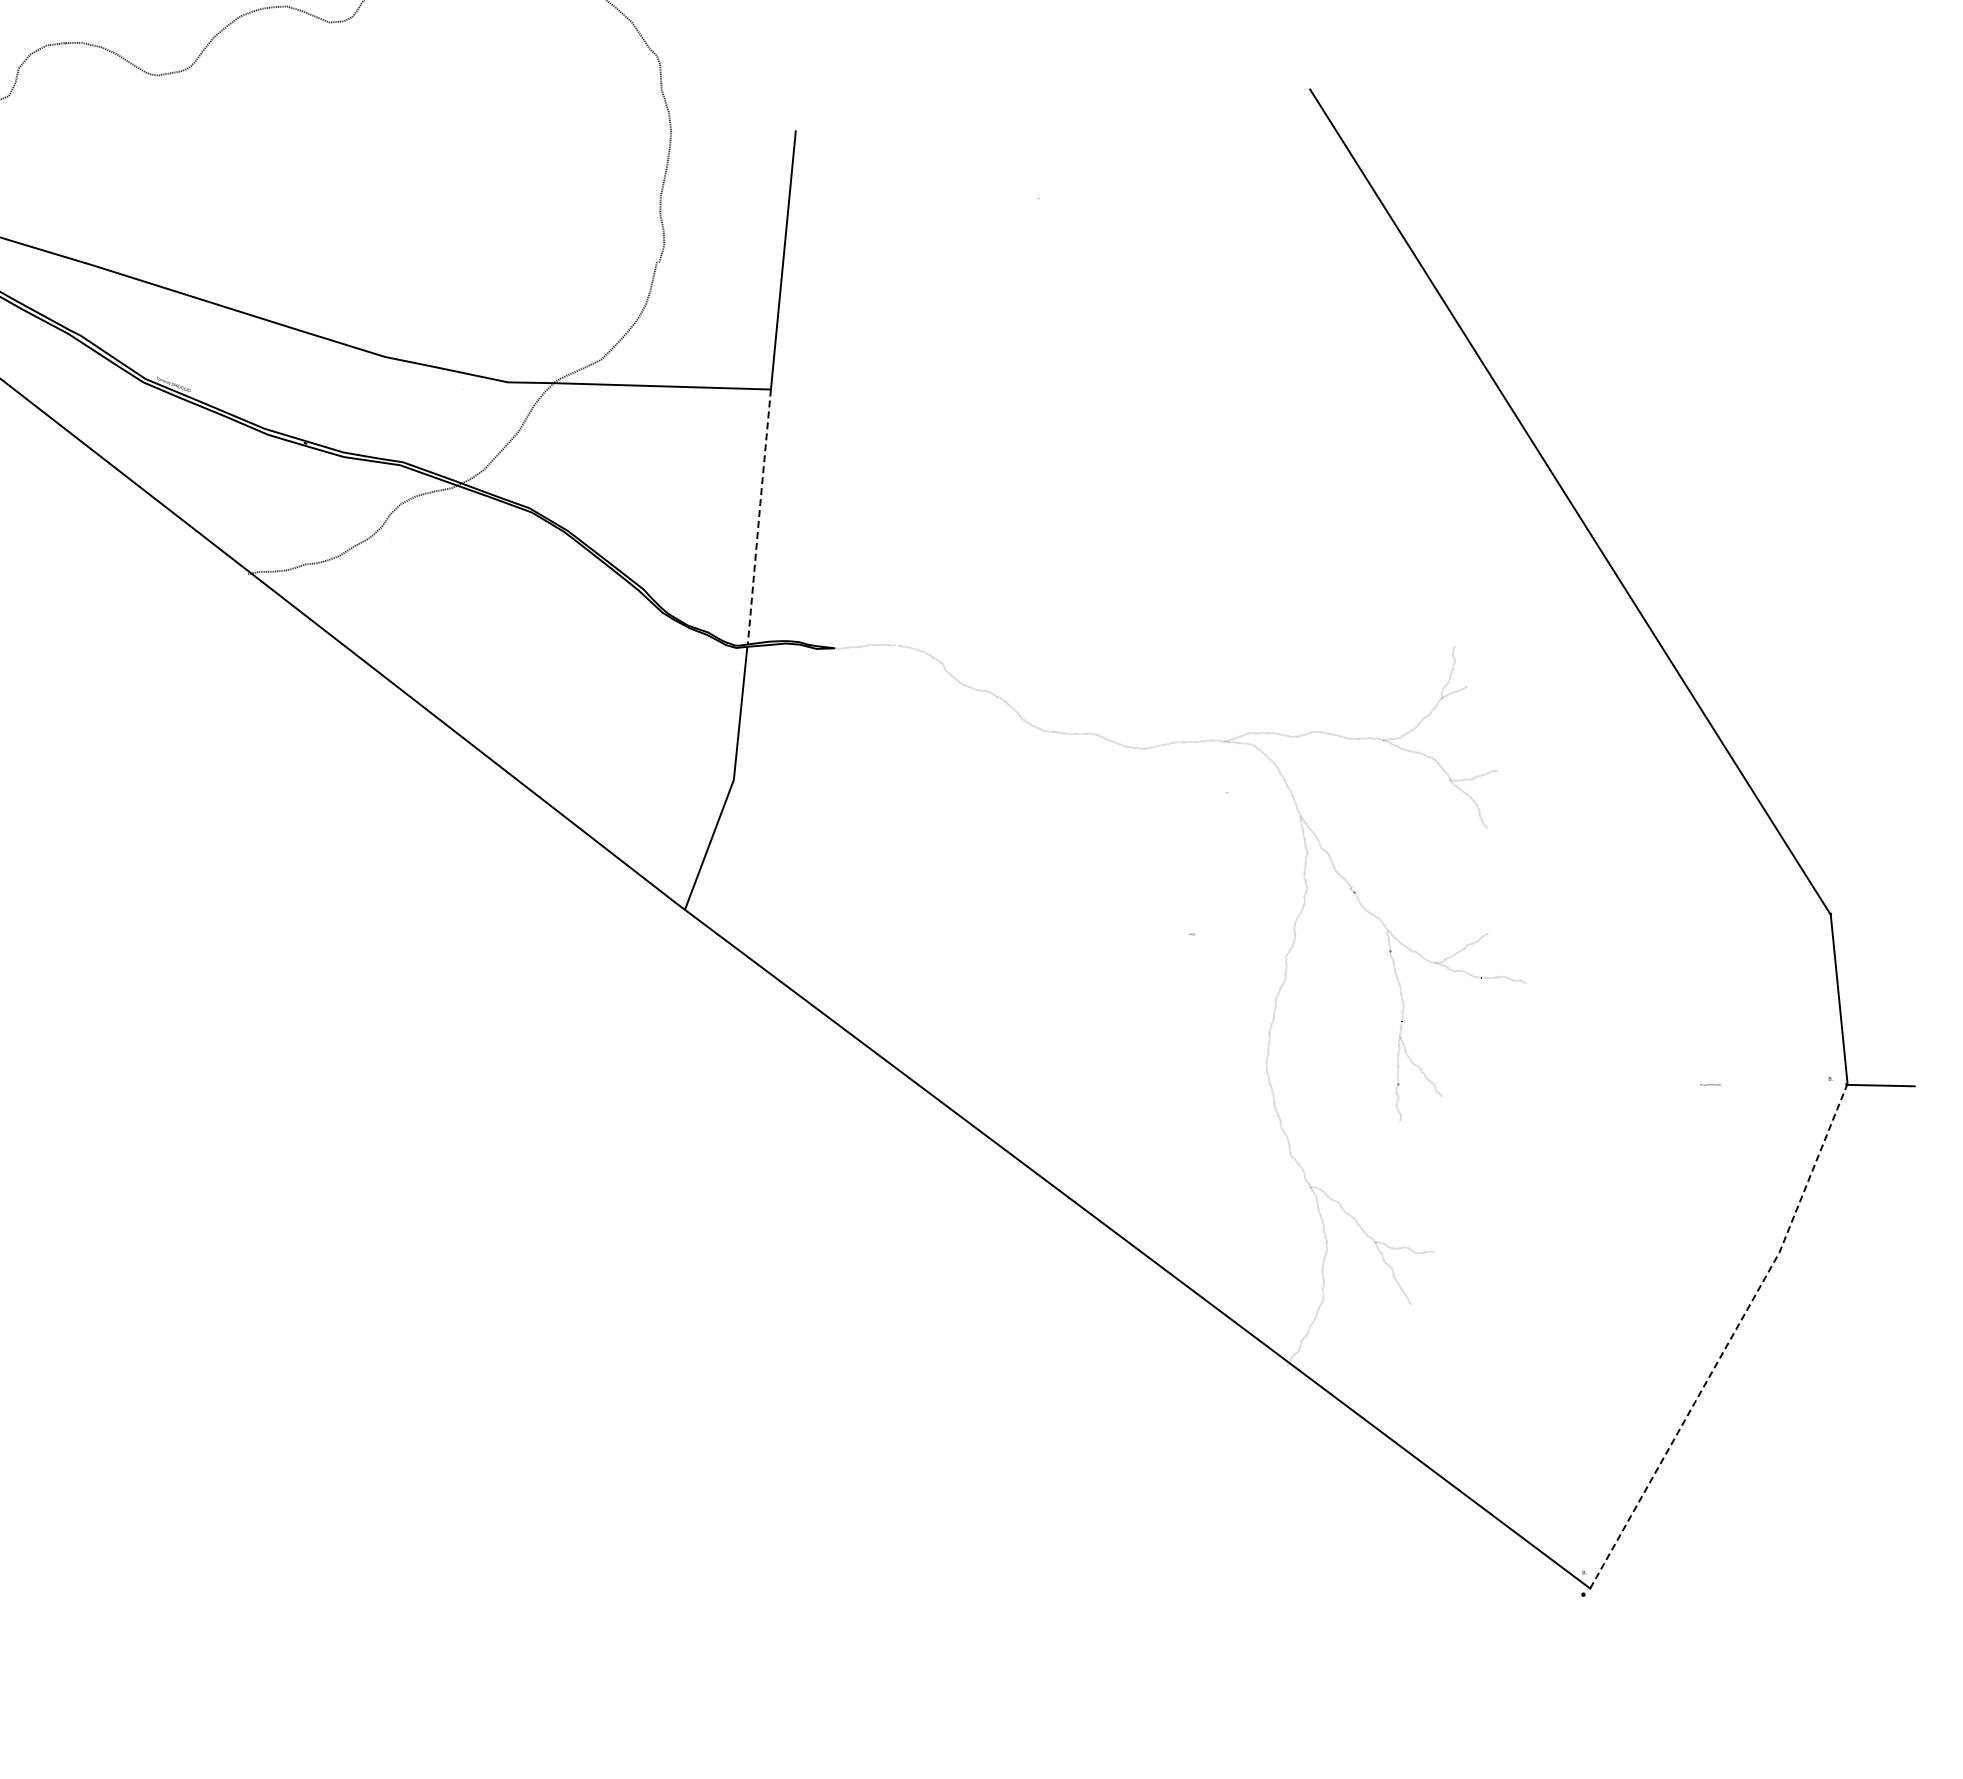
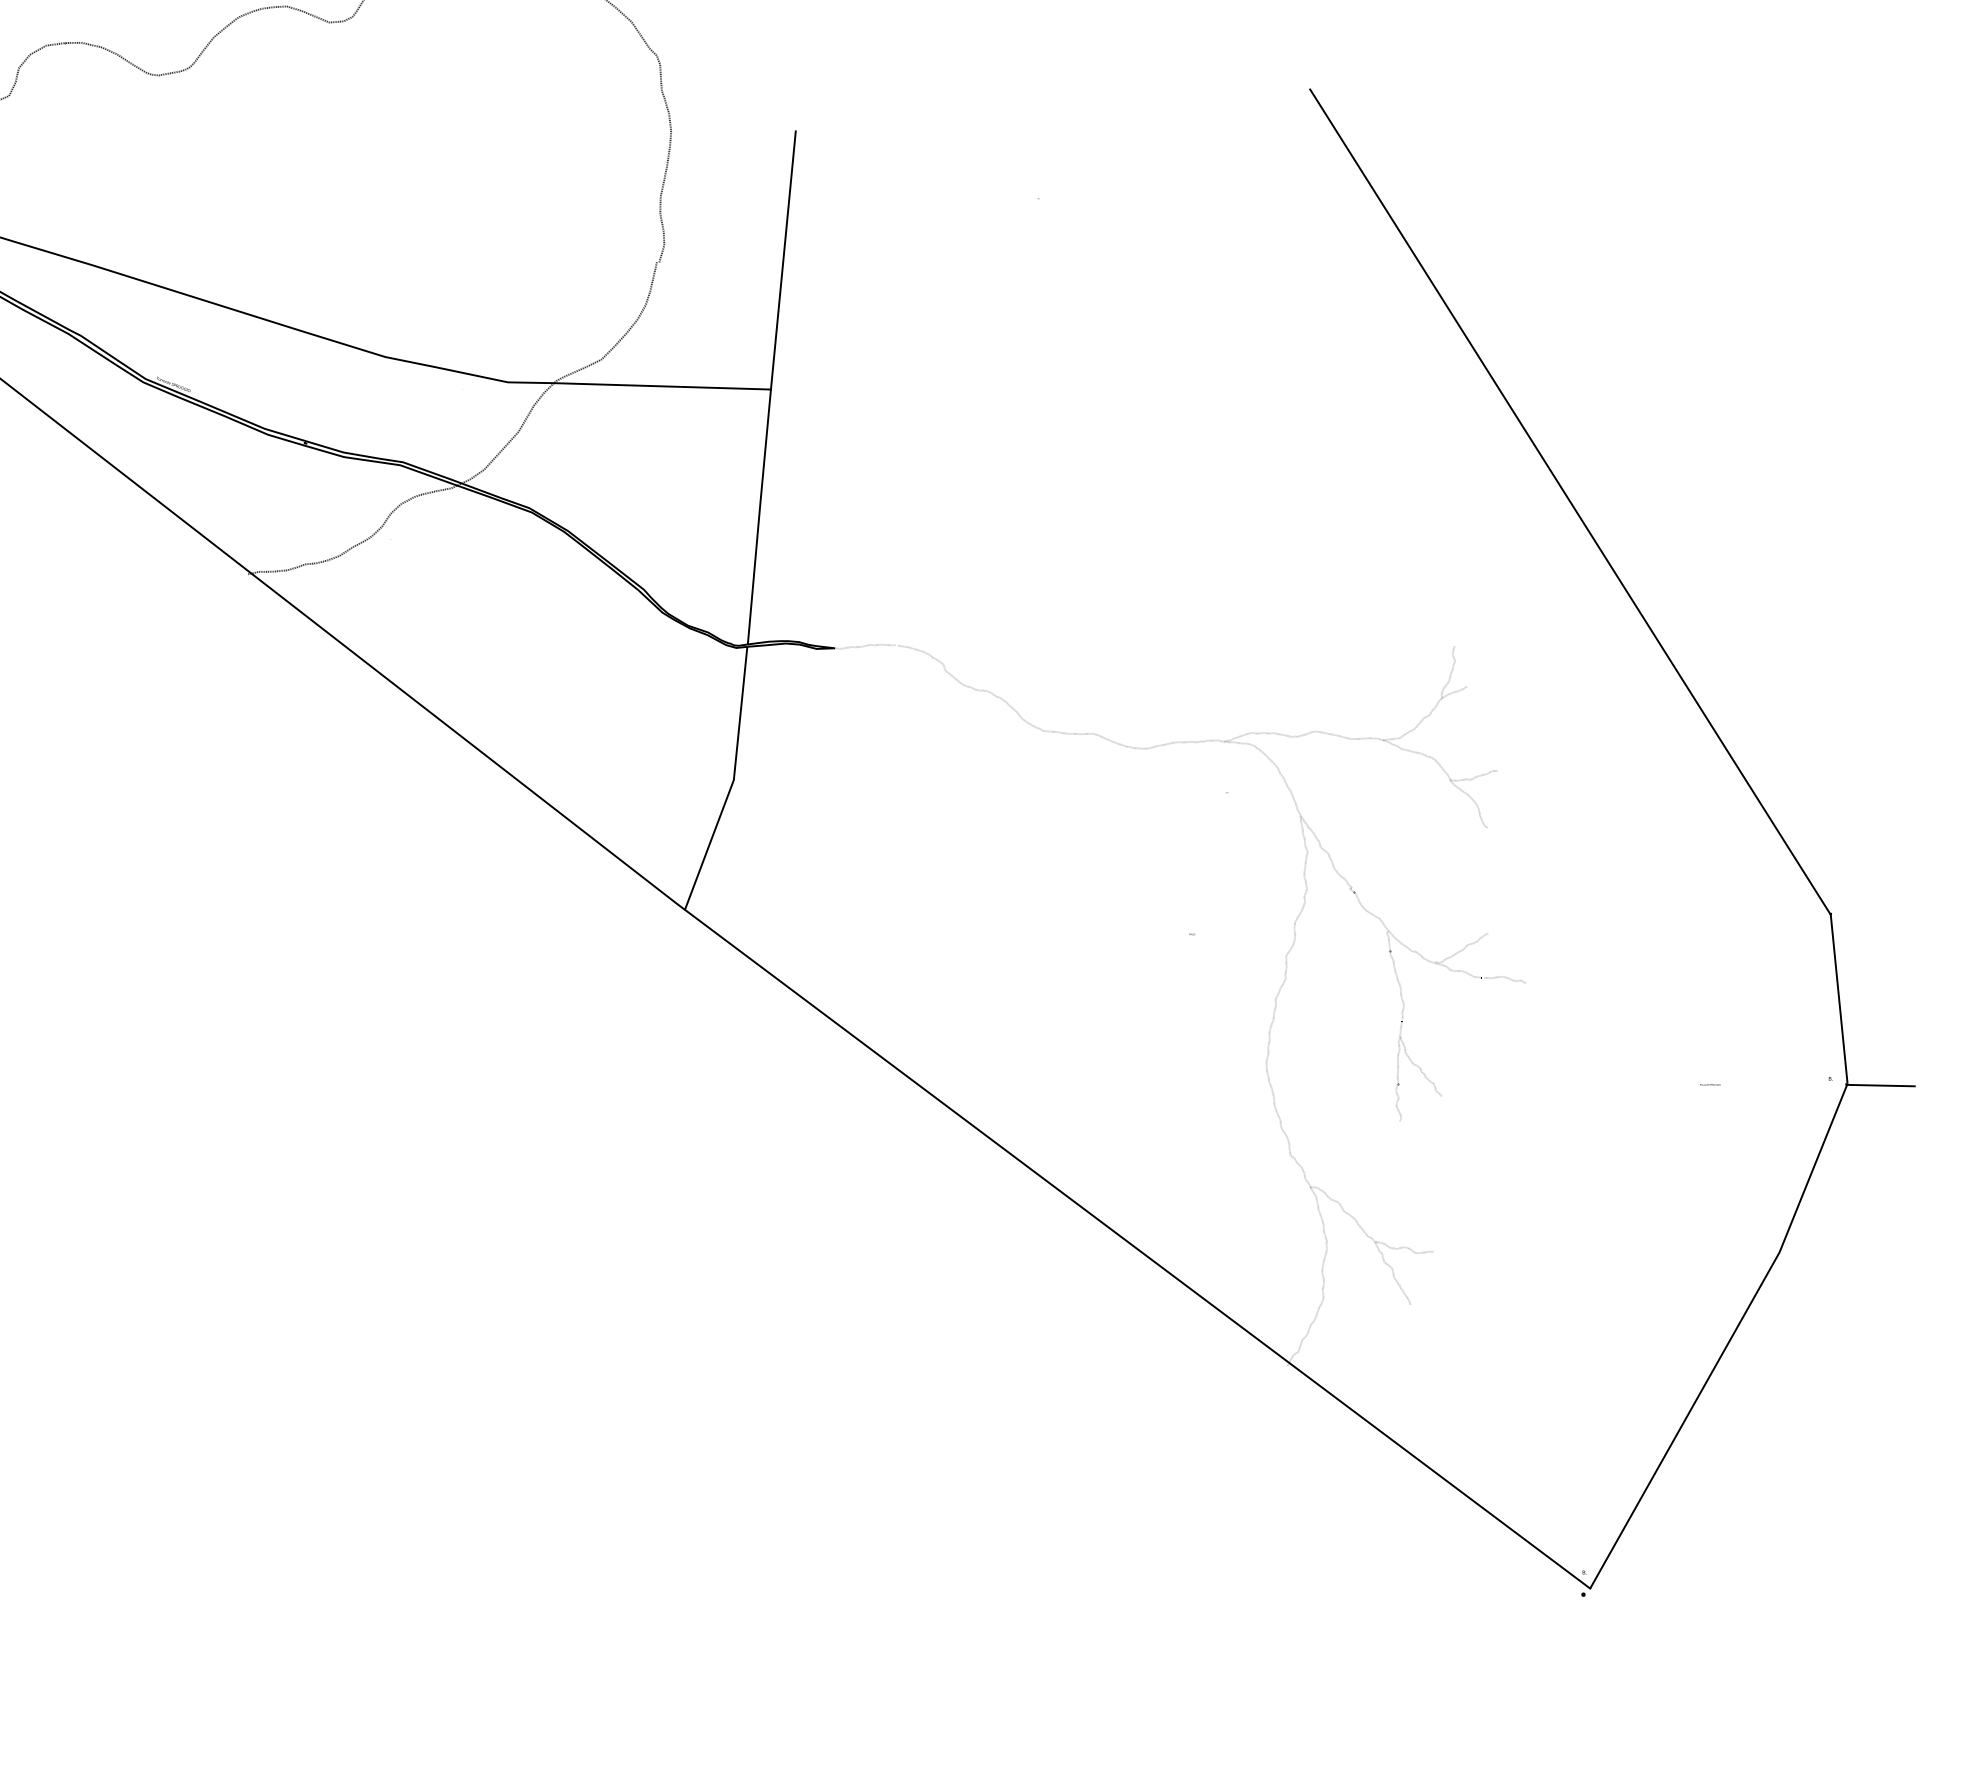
line at (759, 516): dashed -> solid
line at (1729, 1340): dashed -> solid
